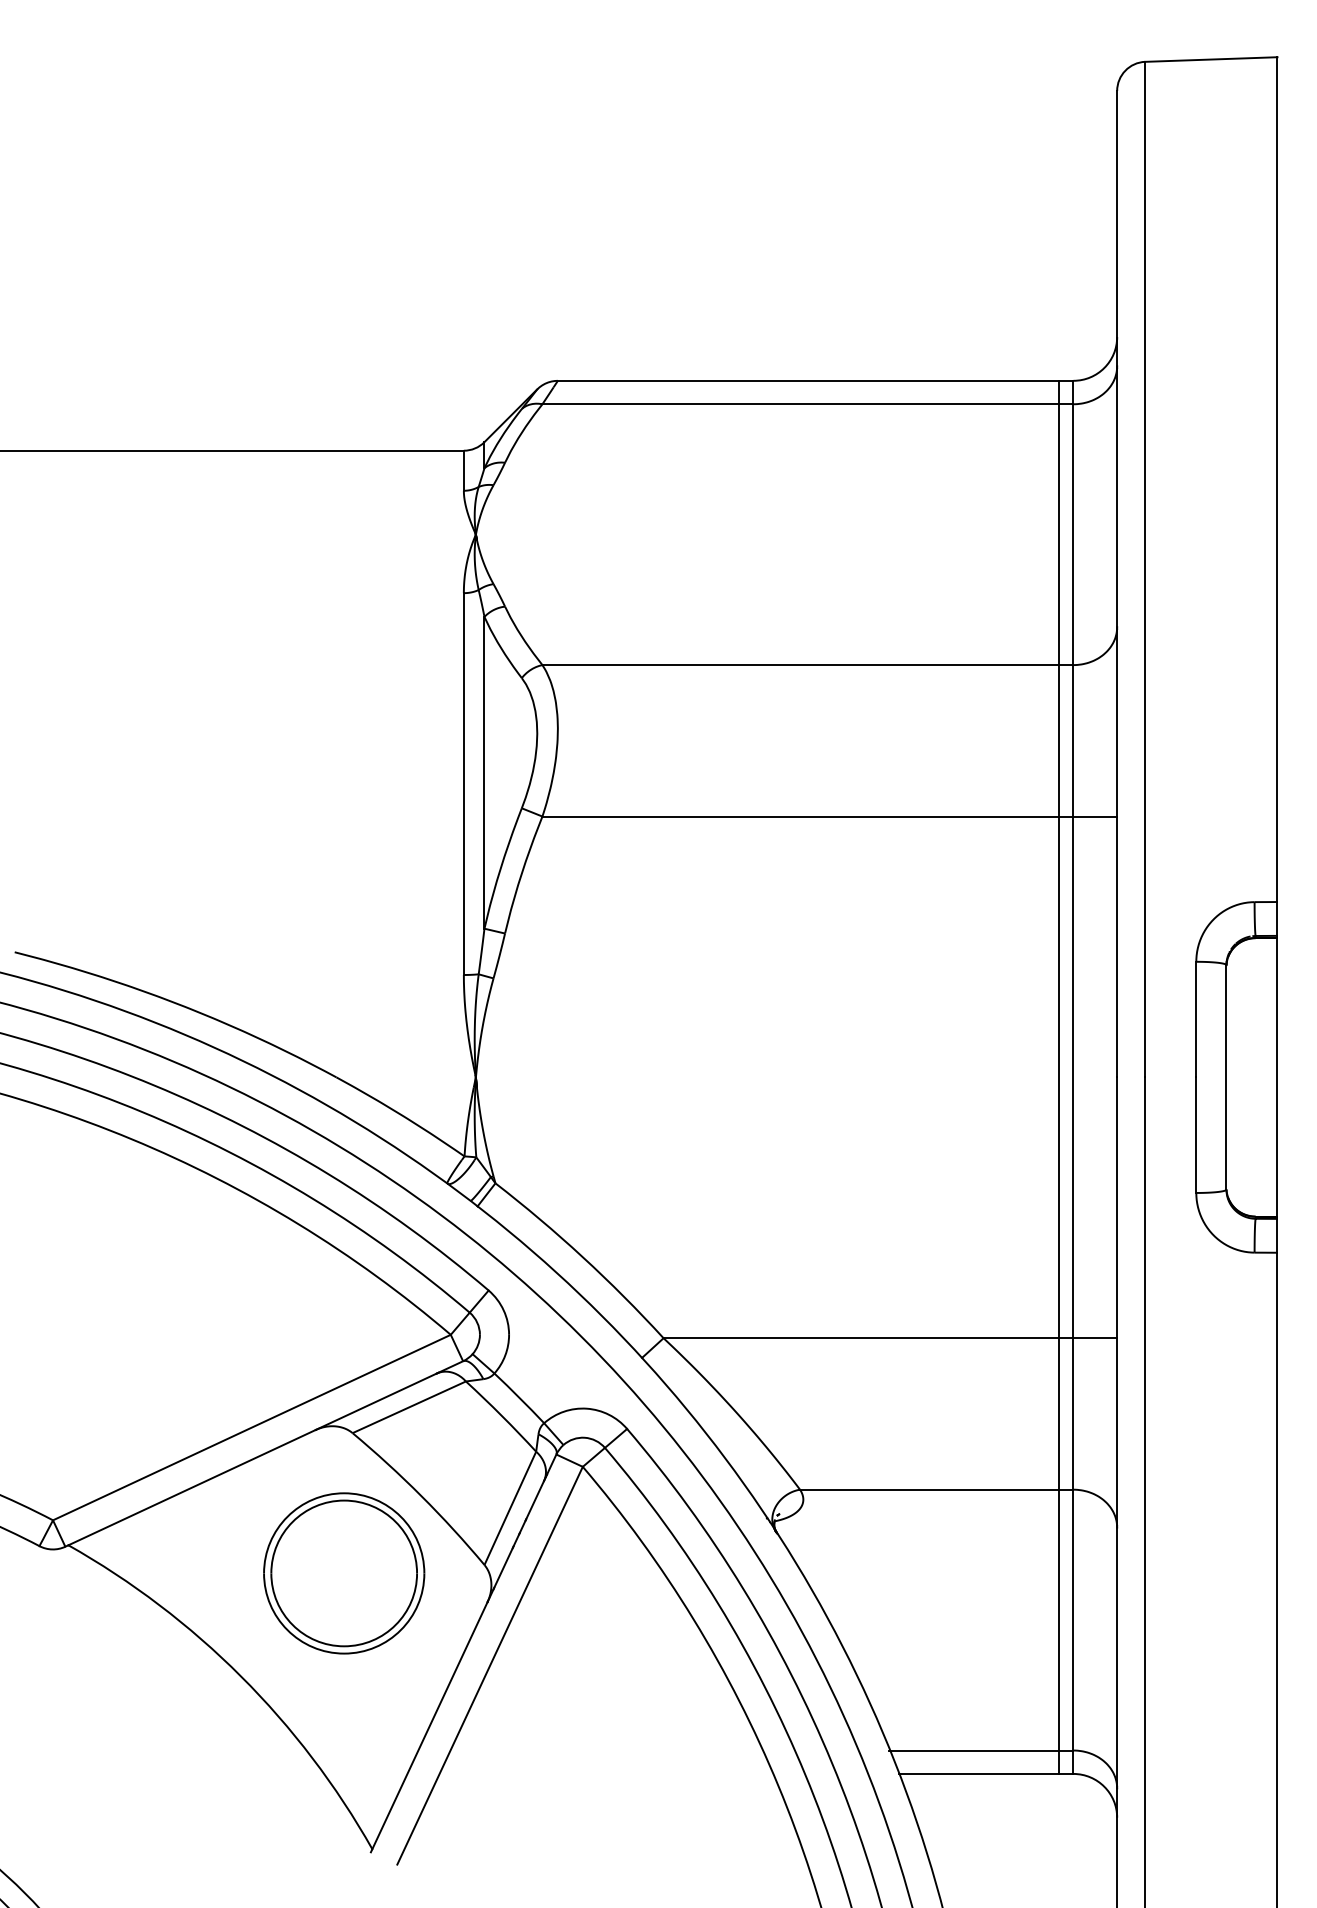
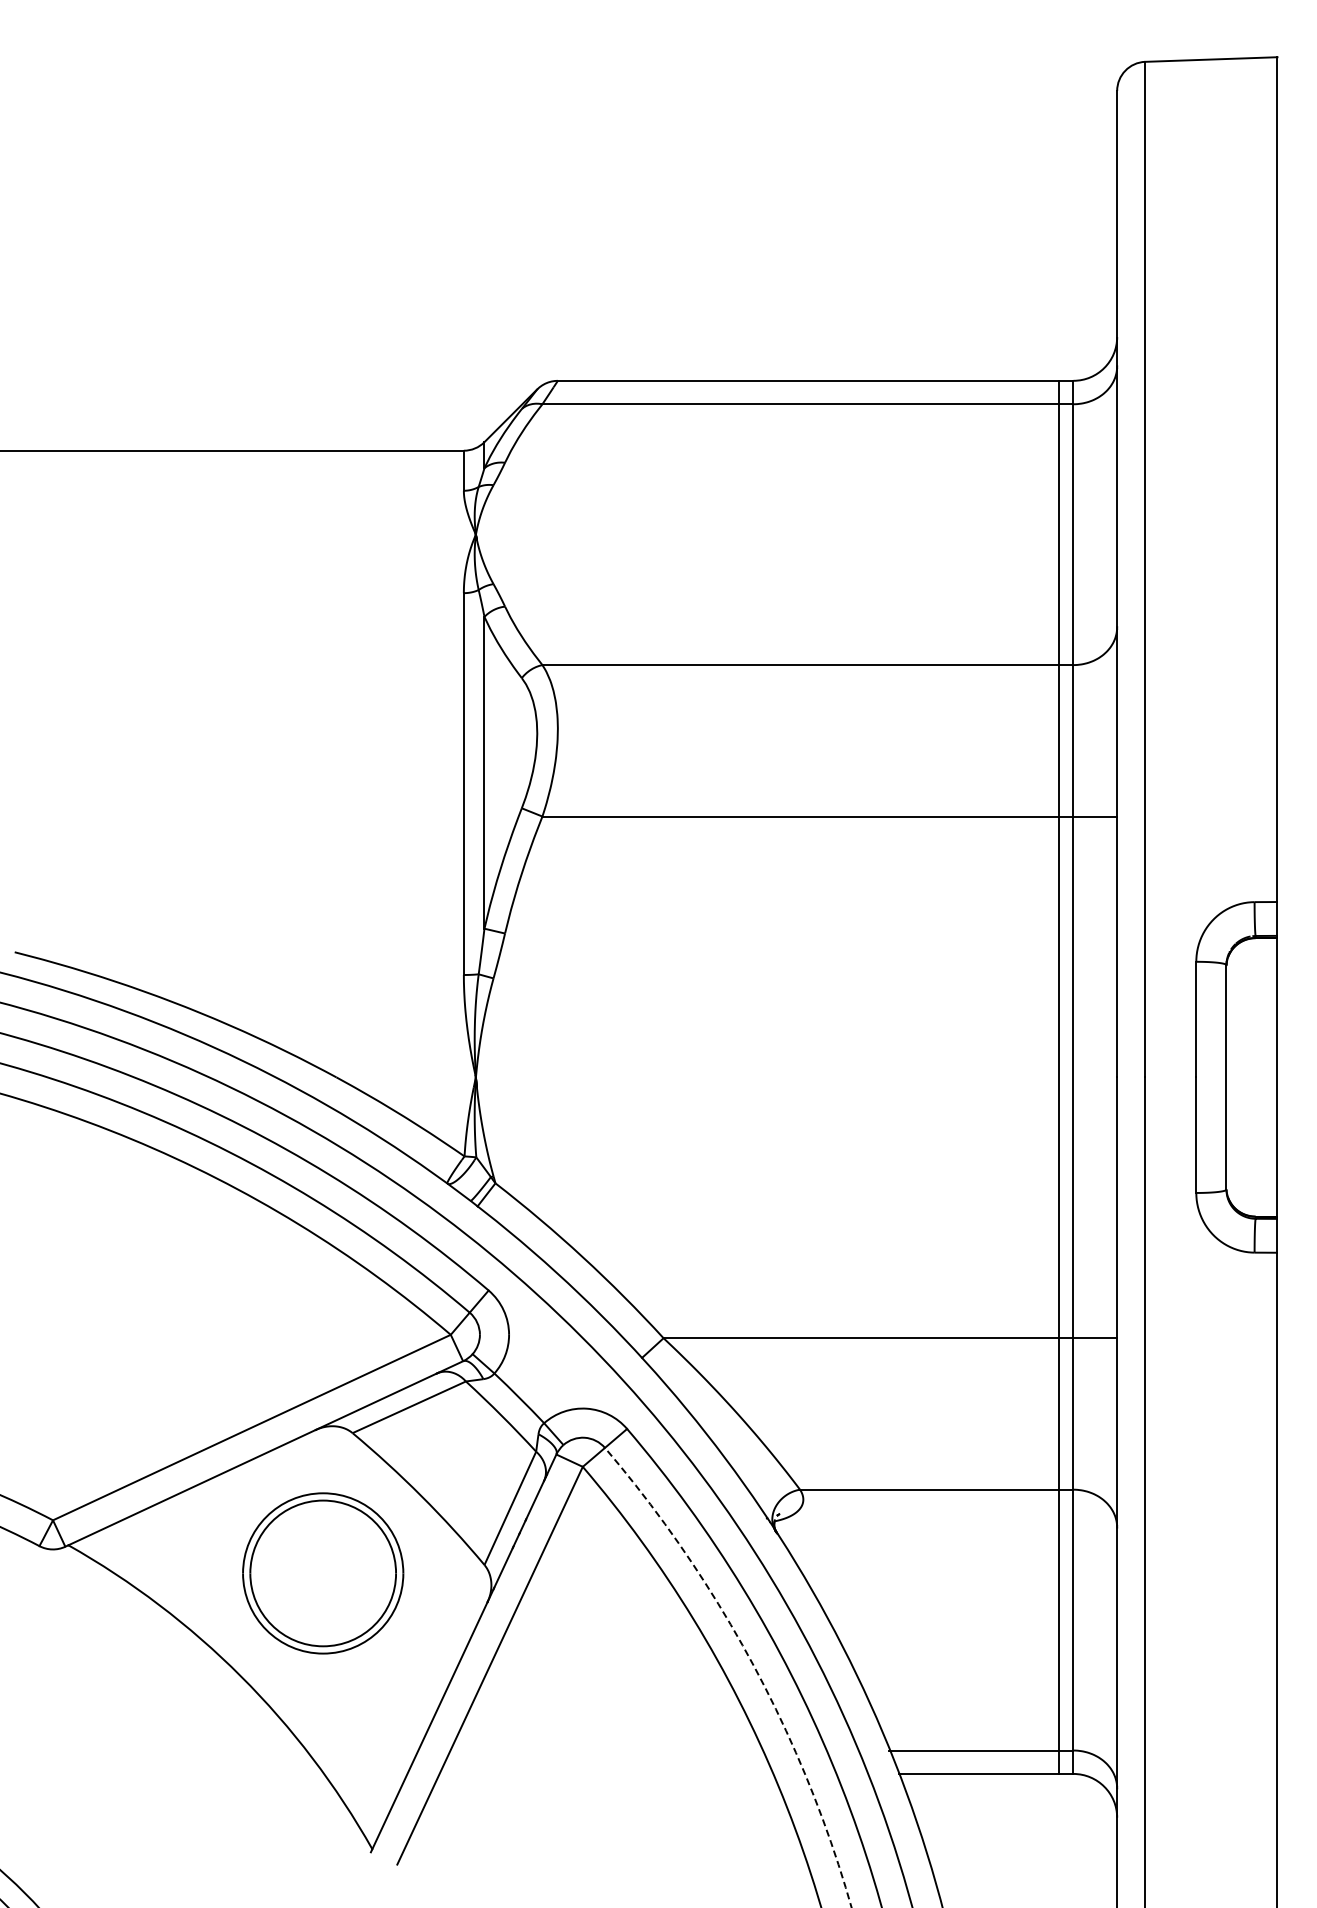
part at (344, 1573) position: (344, 1573) -> (323, 1573)
arc at (751, 1661): solid -> dashed
